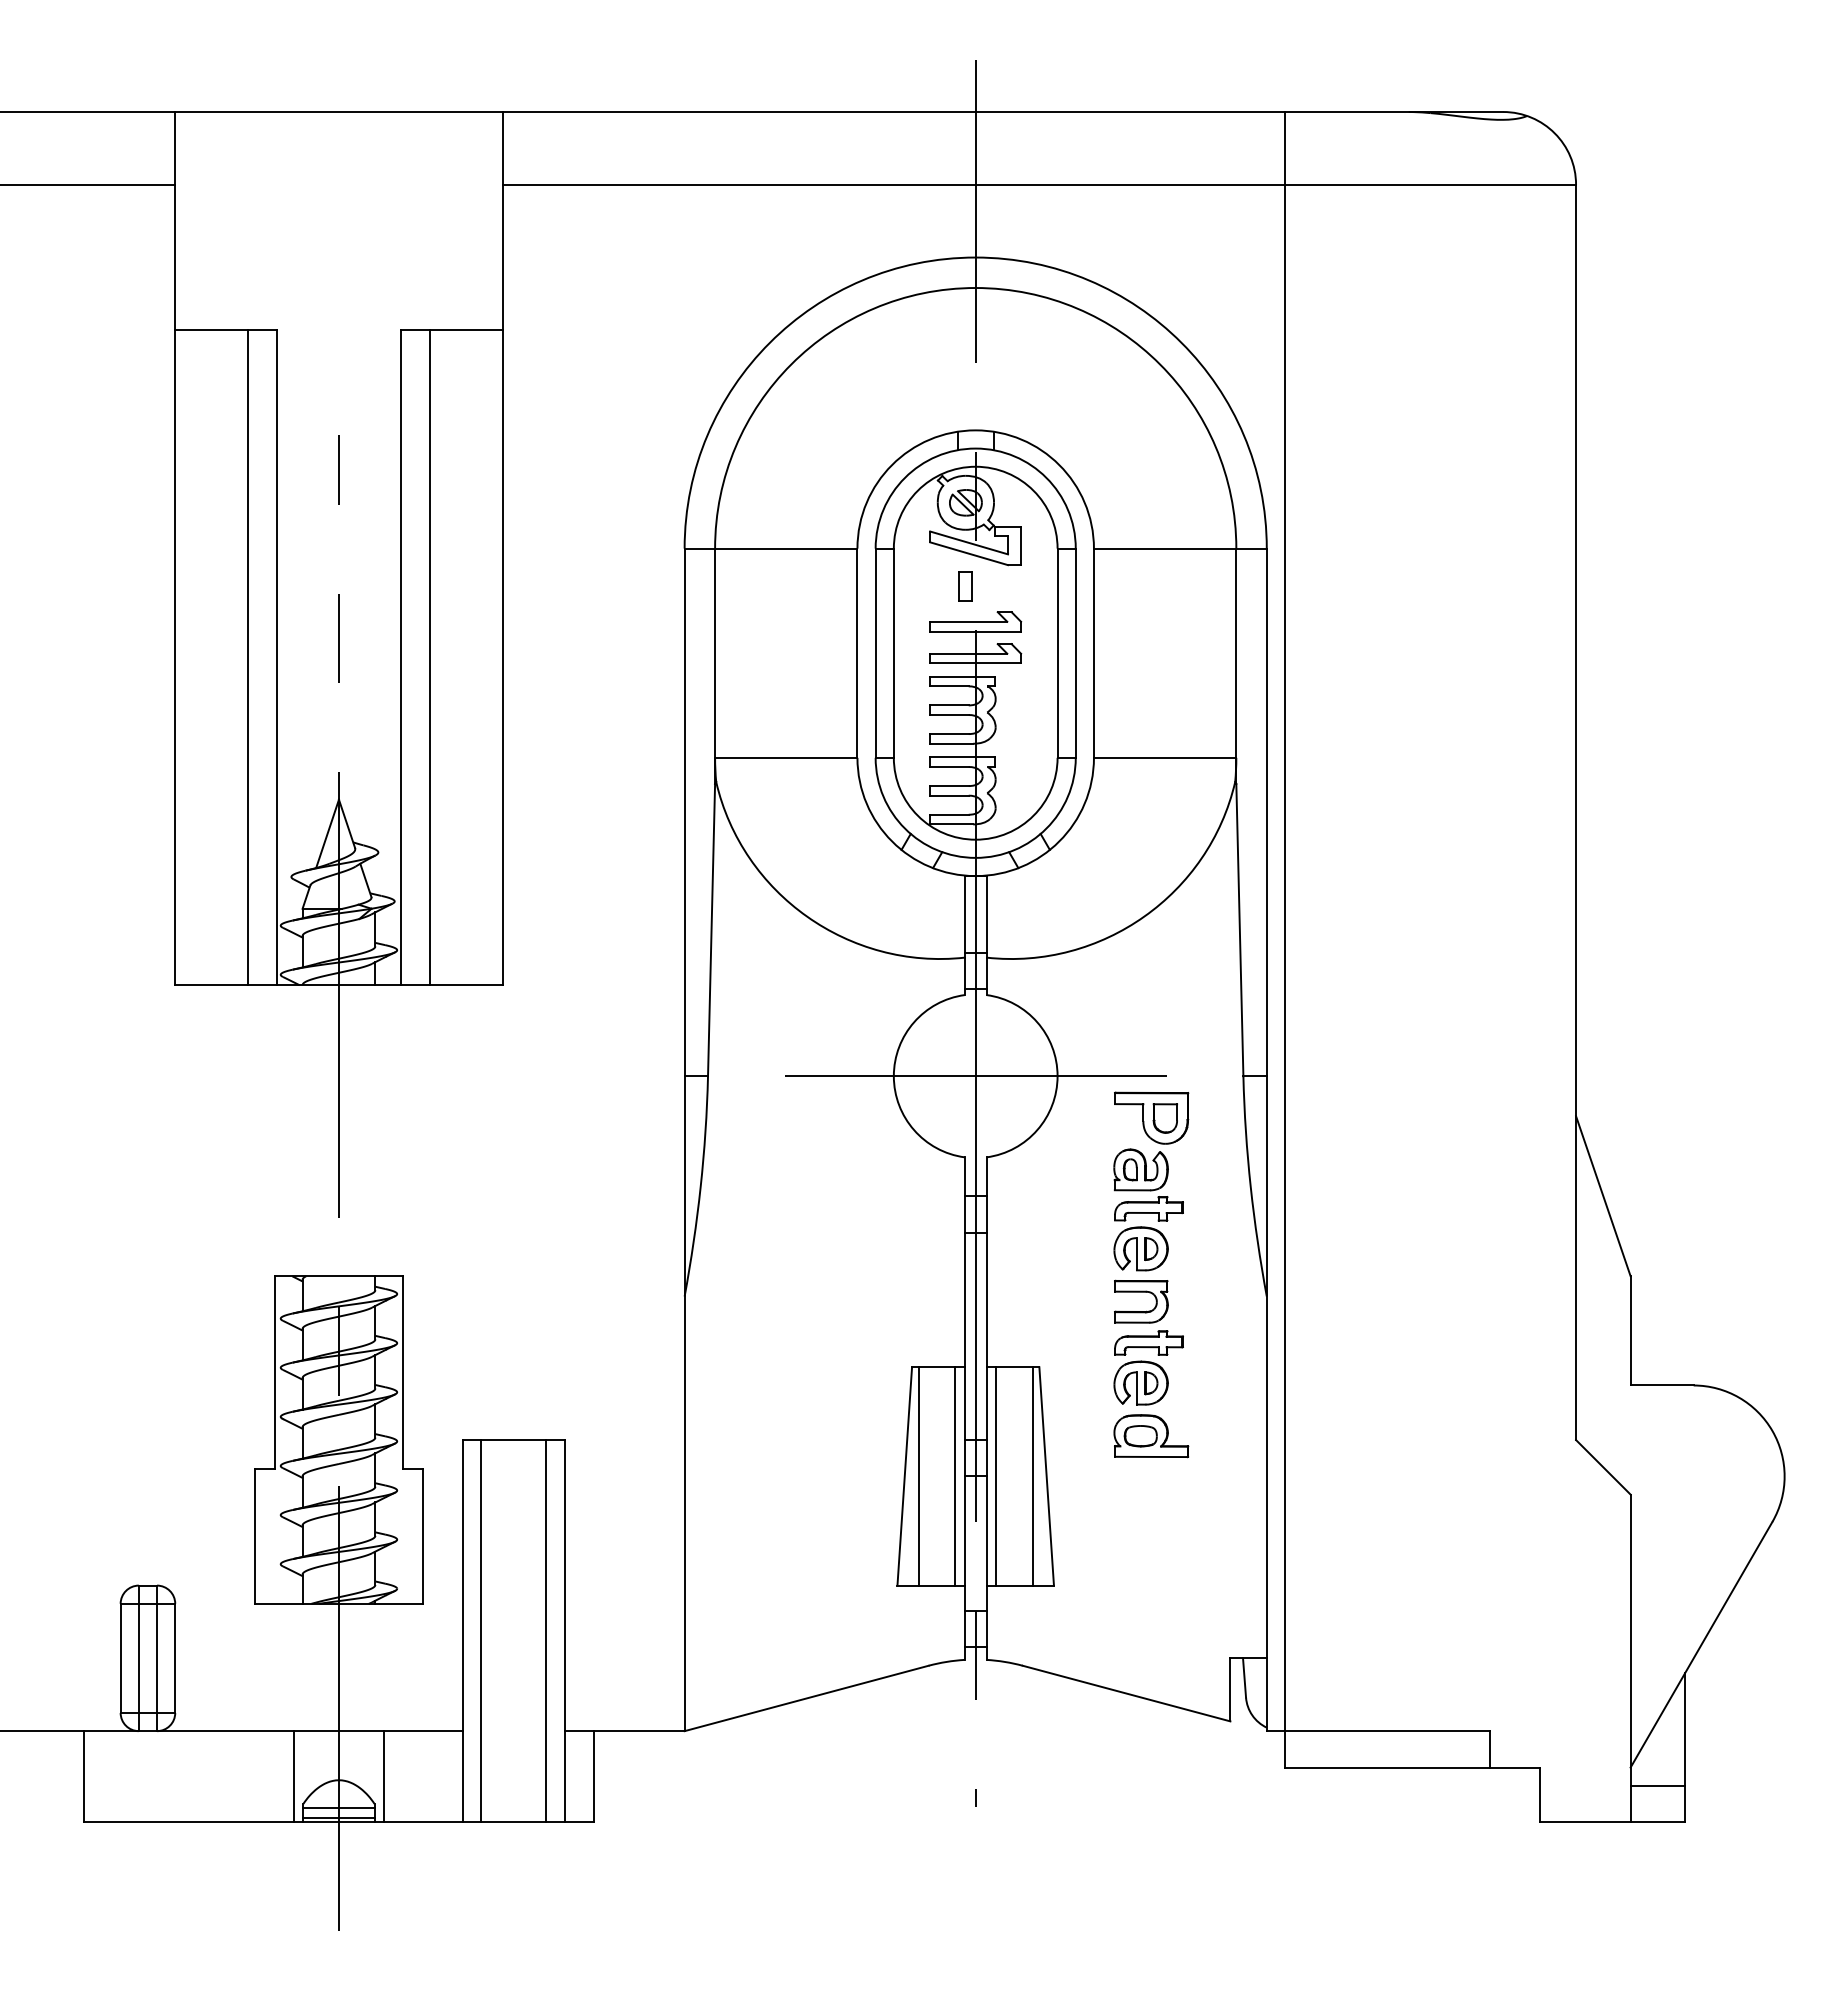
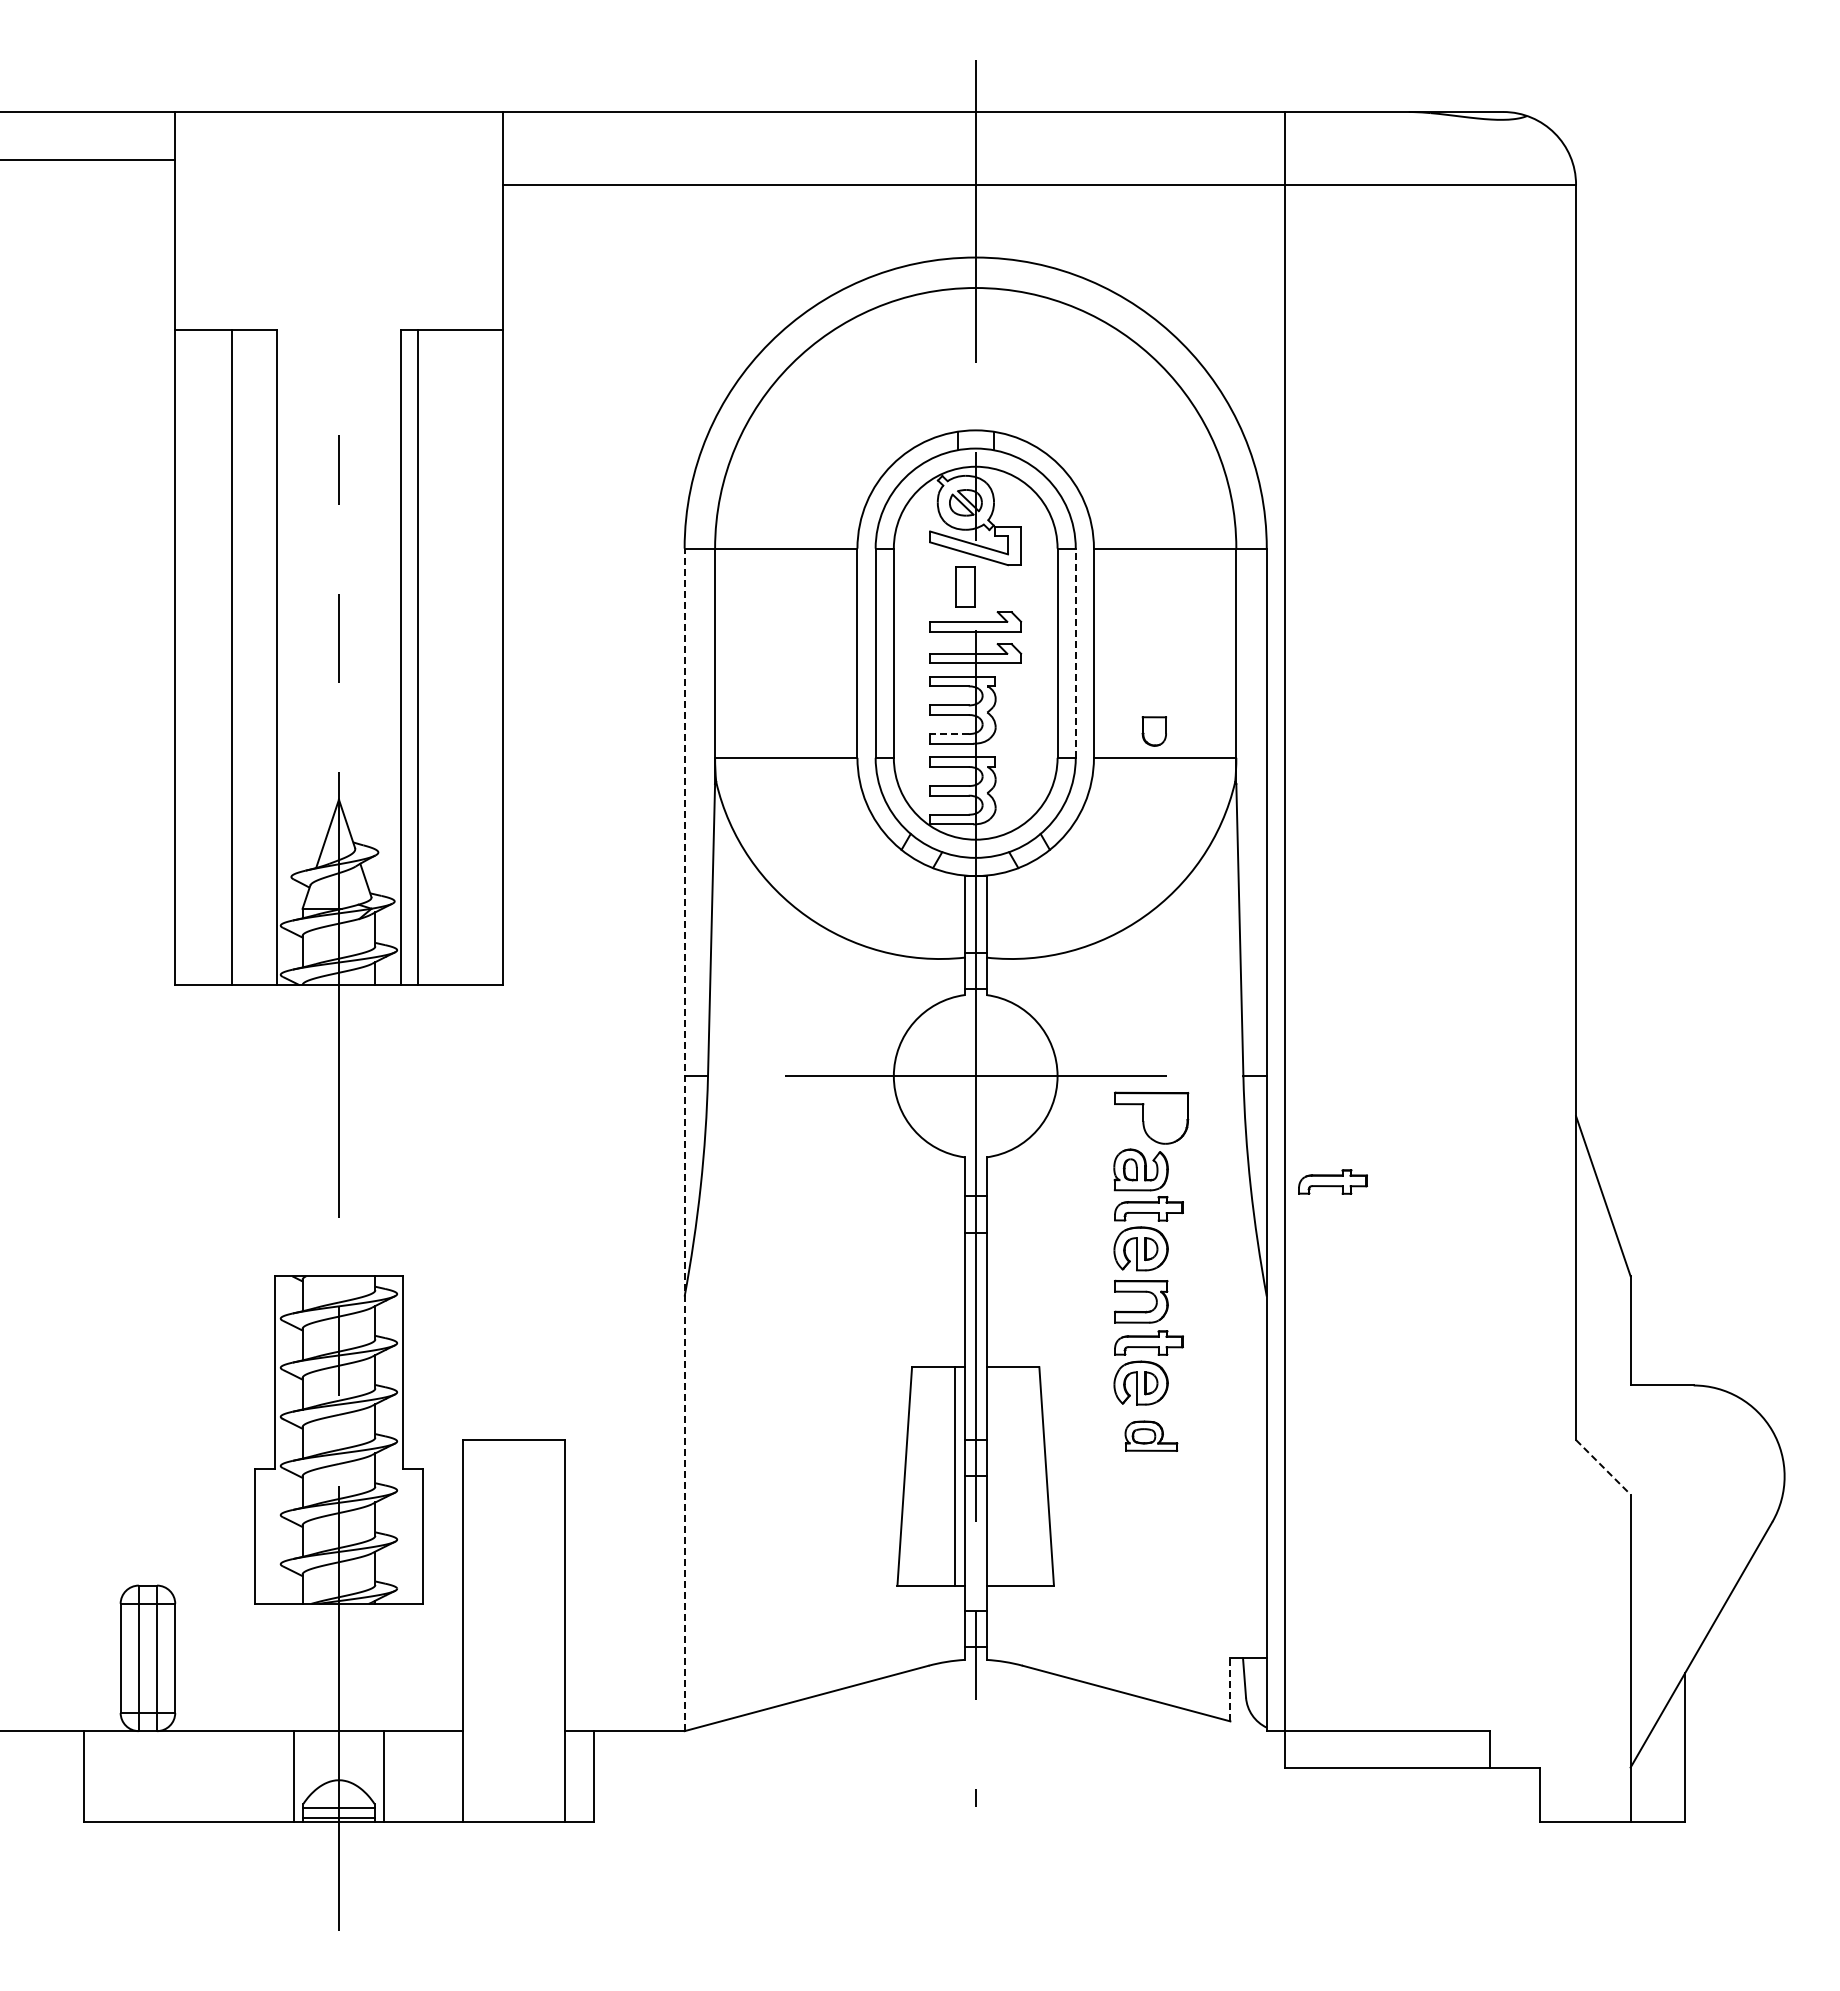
line at (88, 184) position: (88, 184) -> (88, 159)
part at (965, 586) size: 15x31 px -> 21x42 px
line at (1075, 653): solid -> dashed
line at (248, 657) position: (248, 657) -> (232, 657)
line at (429, 657) position: (429, 657) -> (417, 657)
line at (948, 734): solid -> dashed
part at (1164, 1118) position: (1164, 1118) -> (1153, 731)
line at (684, 1139): solid -> dashed
part at (1332, 1181): none -> present
part at (1151, 1436) size: 77x45 px -> 55x32 px
line at (1603, 1467): solid -> dashed
line at (918, 1476): present -> none
line at (996, 1476): present -> none
line at (1032, 1476): present -> none
line at (480, 1631): present -> none
line at (546, 1631): present -> none
line at (1230, 1689): solid -> dashed
line at (1657, 1785): present -> none
